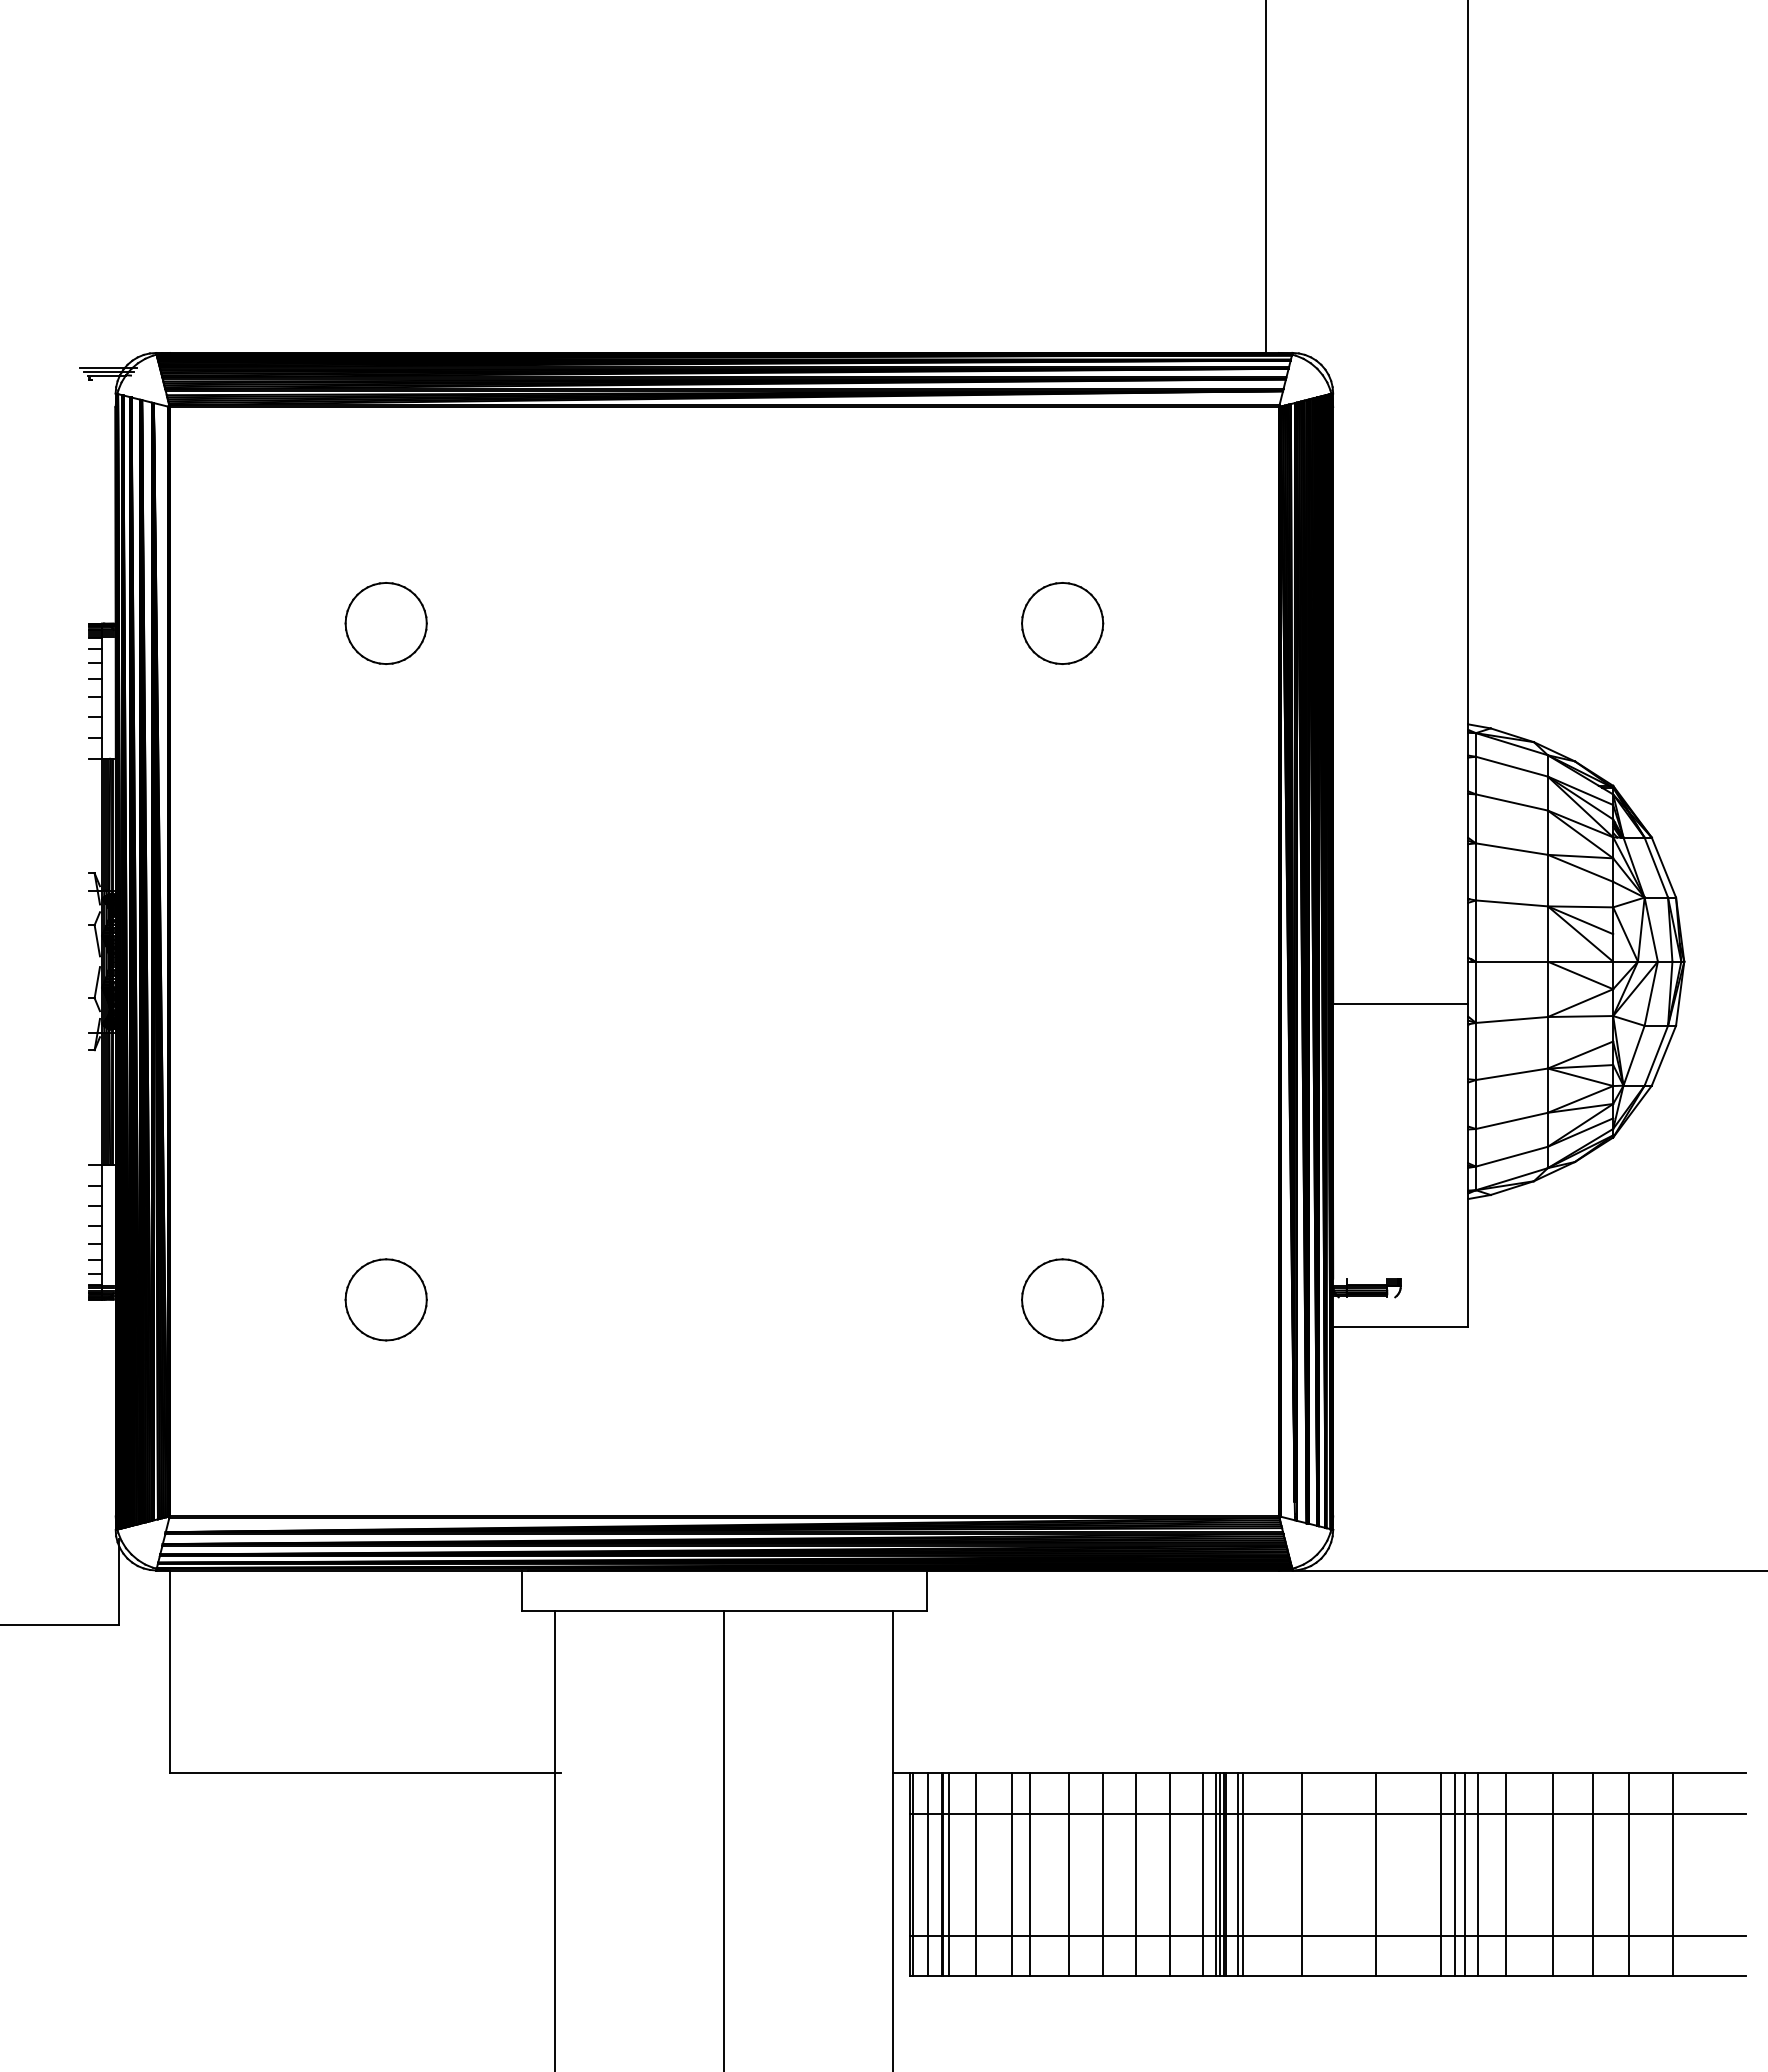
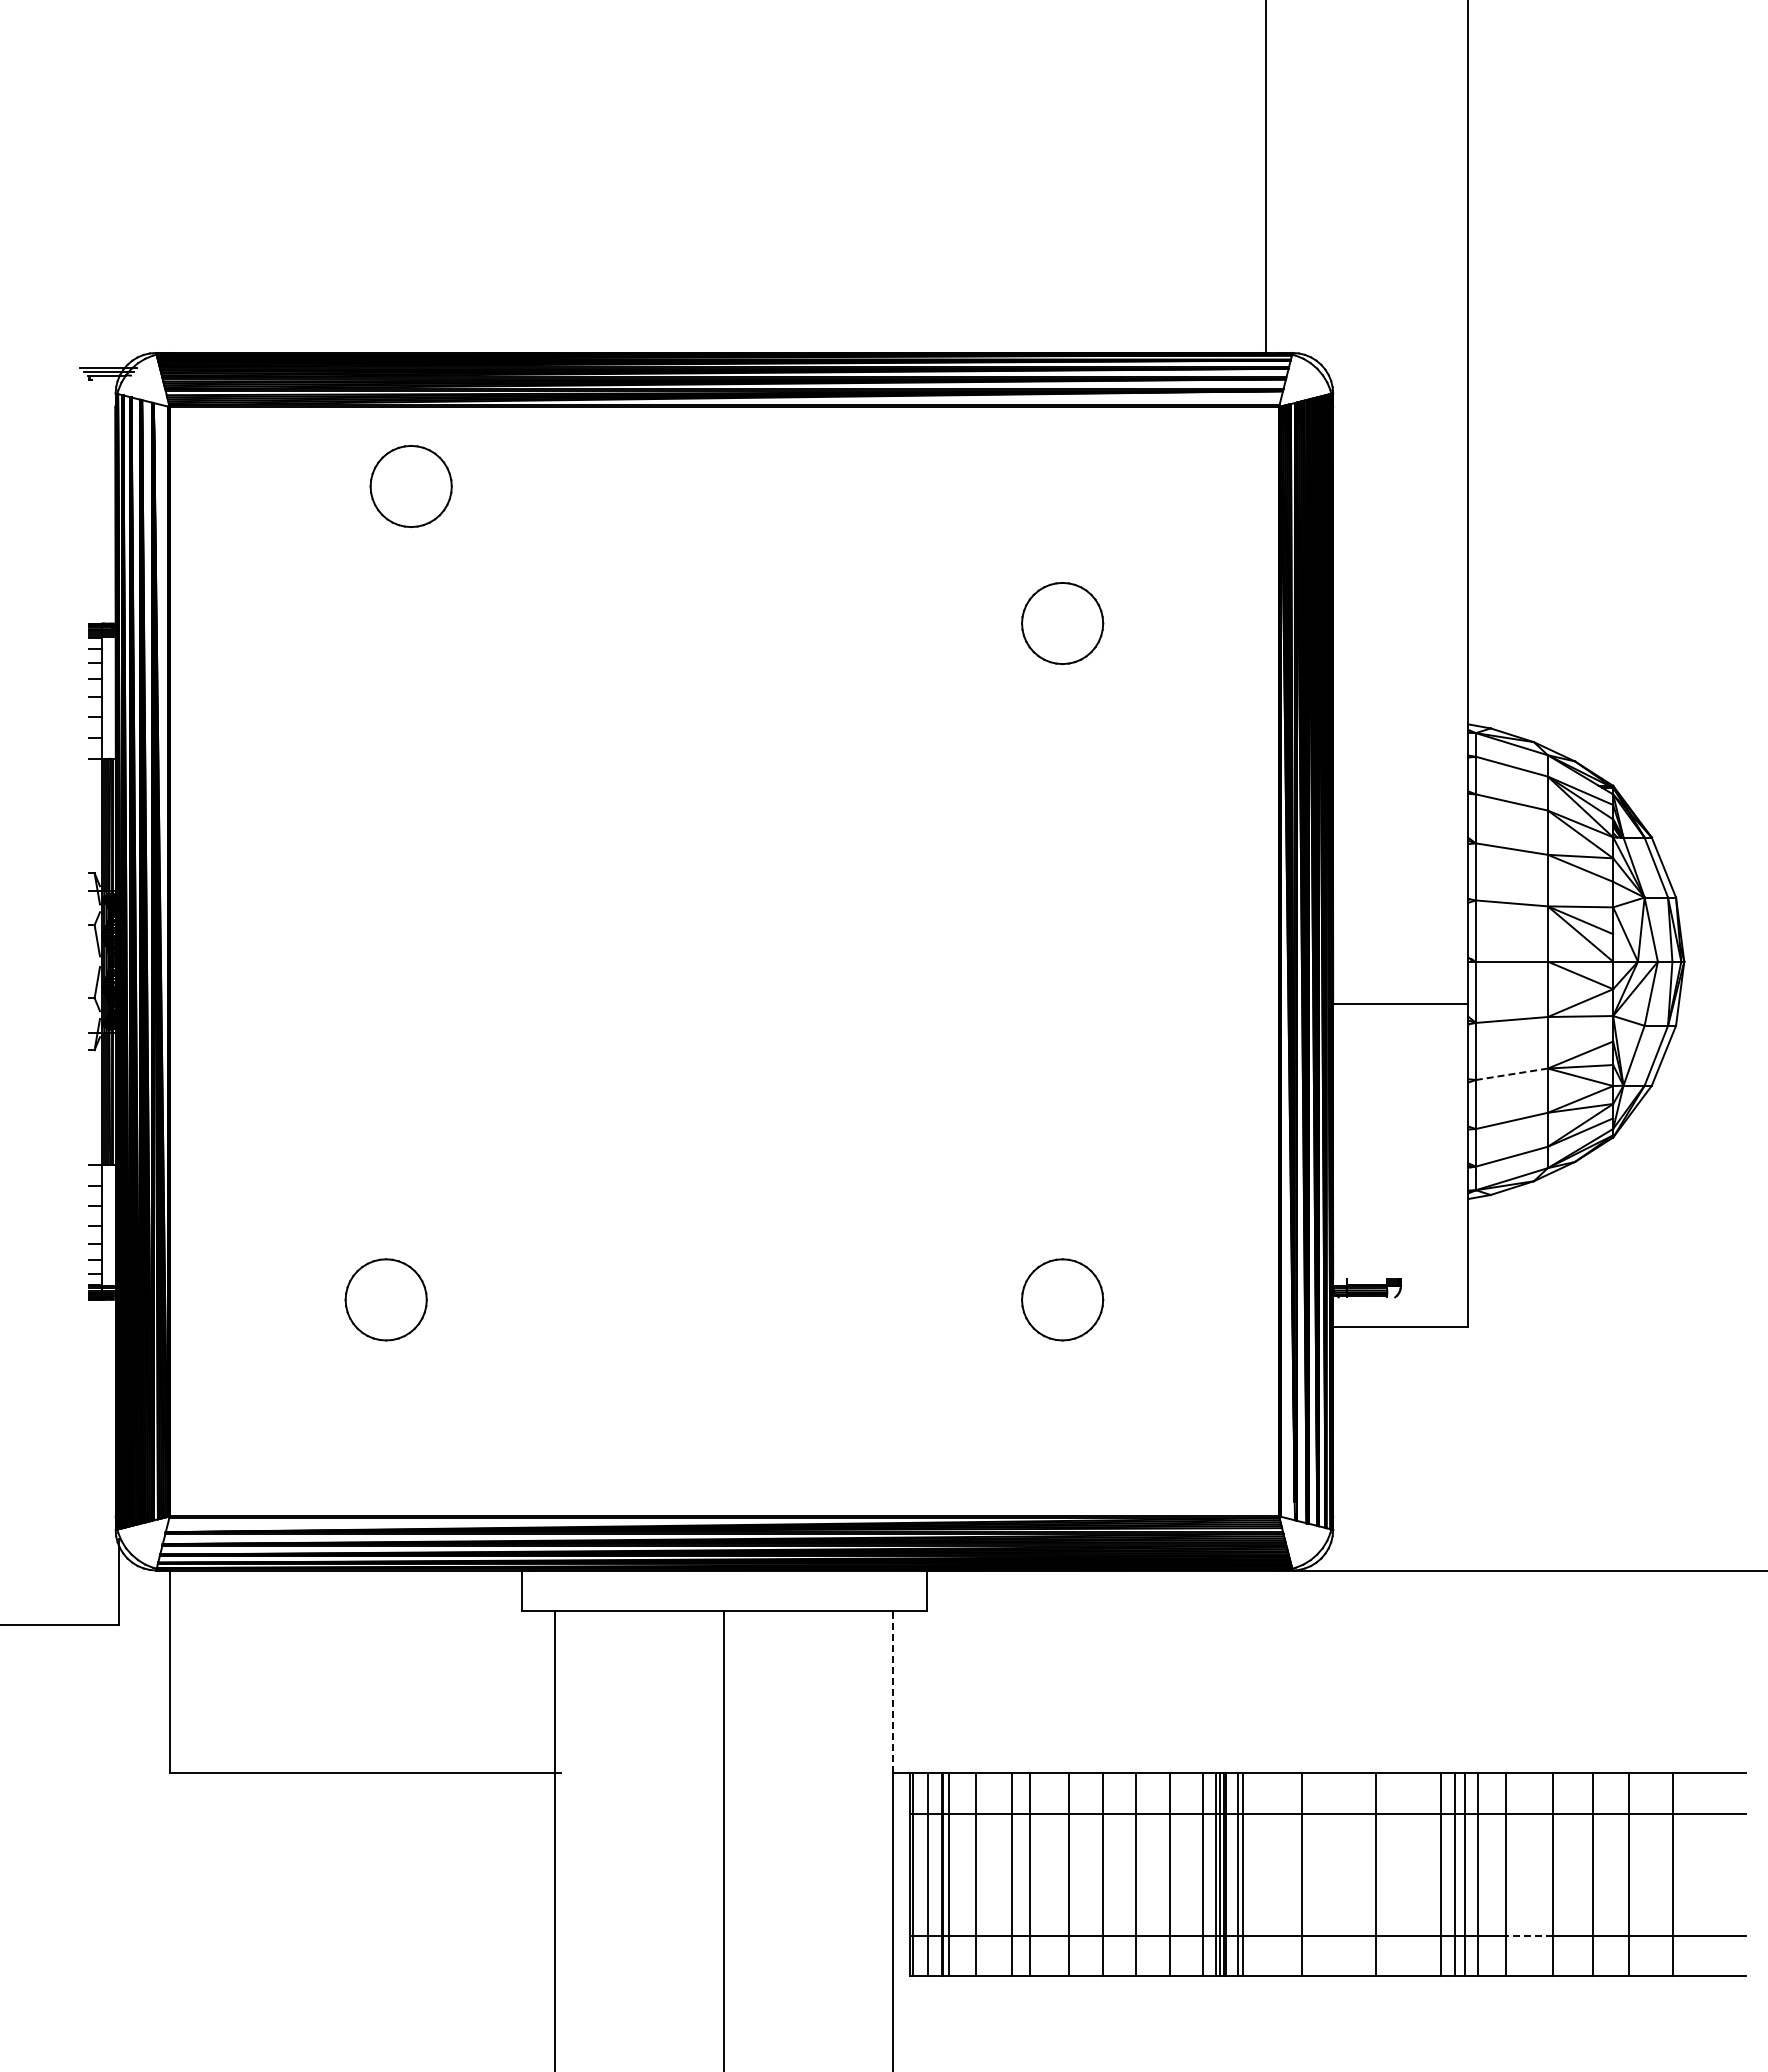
part at (385, 623) position: (385, 623) -> (410, 486)
line at (1511, 1074): solid -> dashed
line at (893, 1691): solid -> dashed
line at (1529, 1935): solid -> dashed
